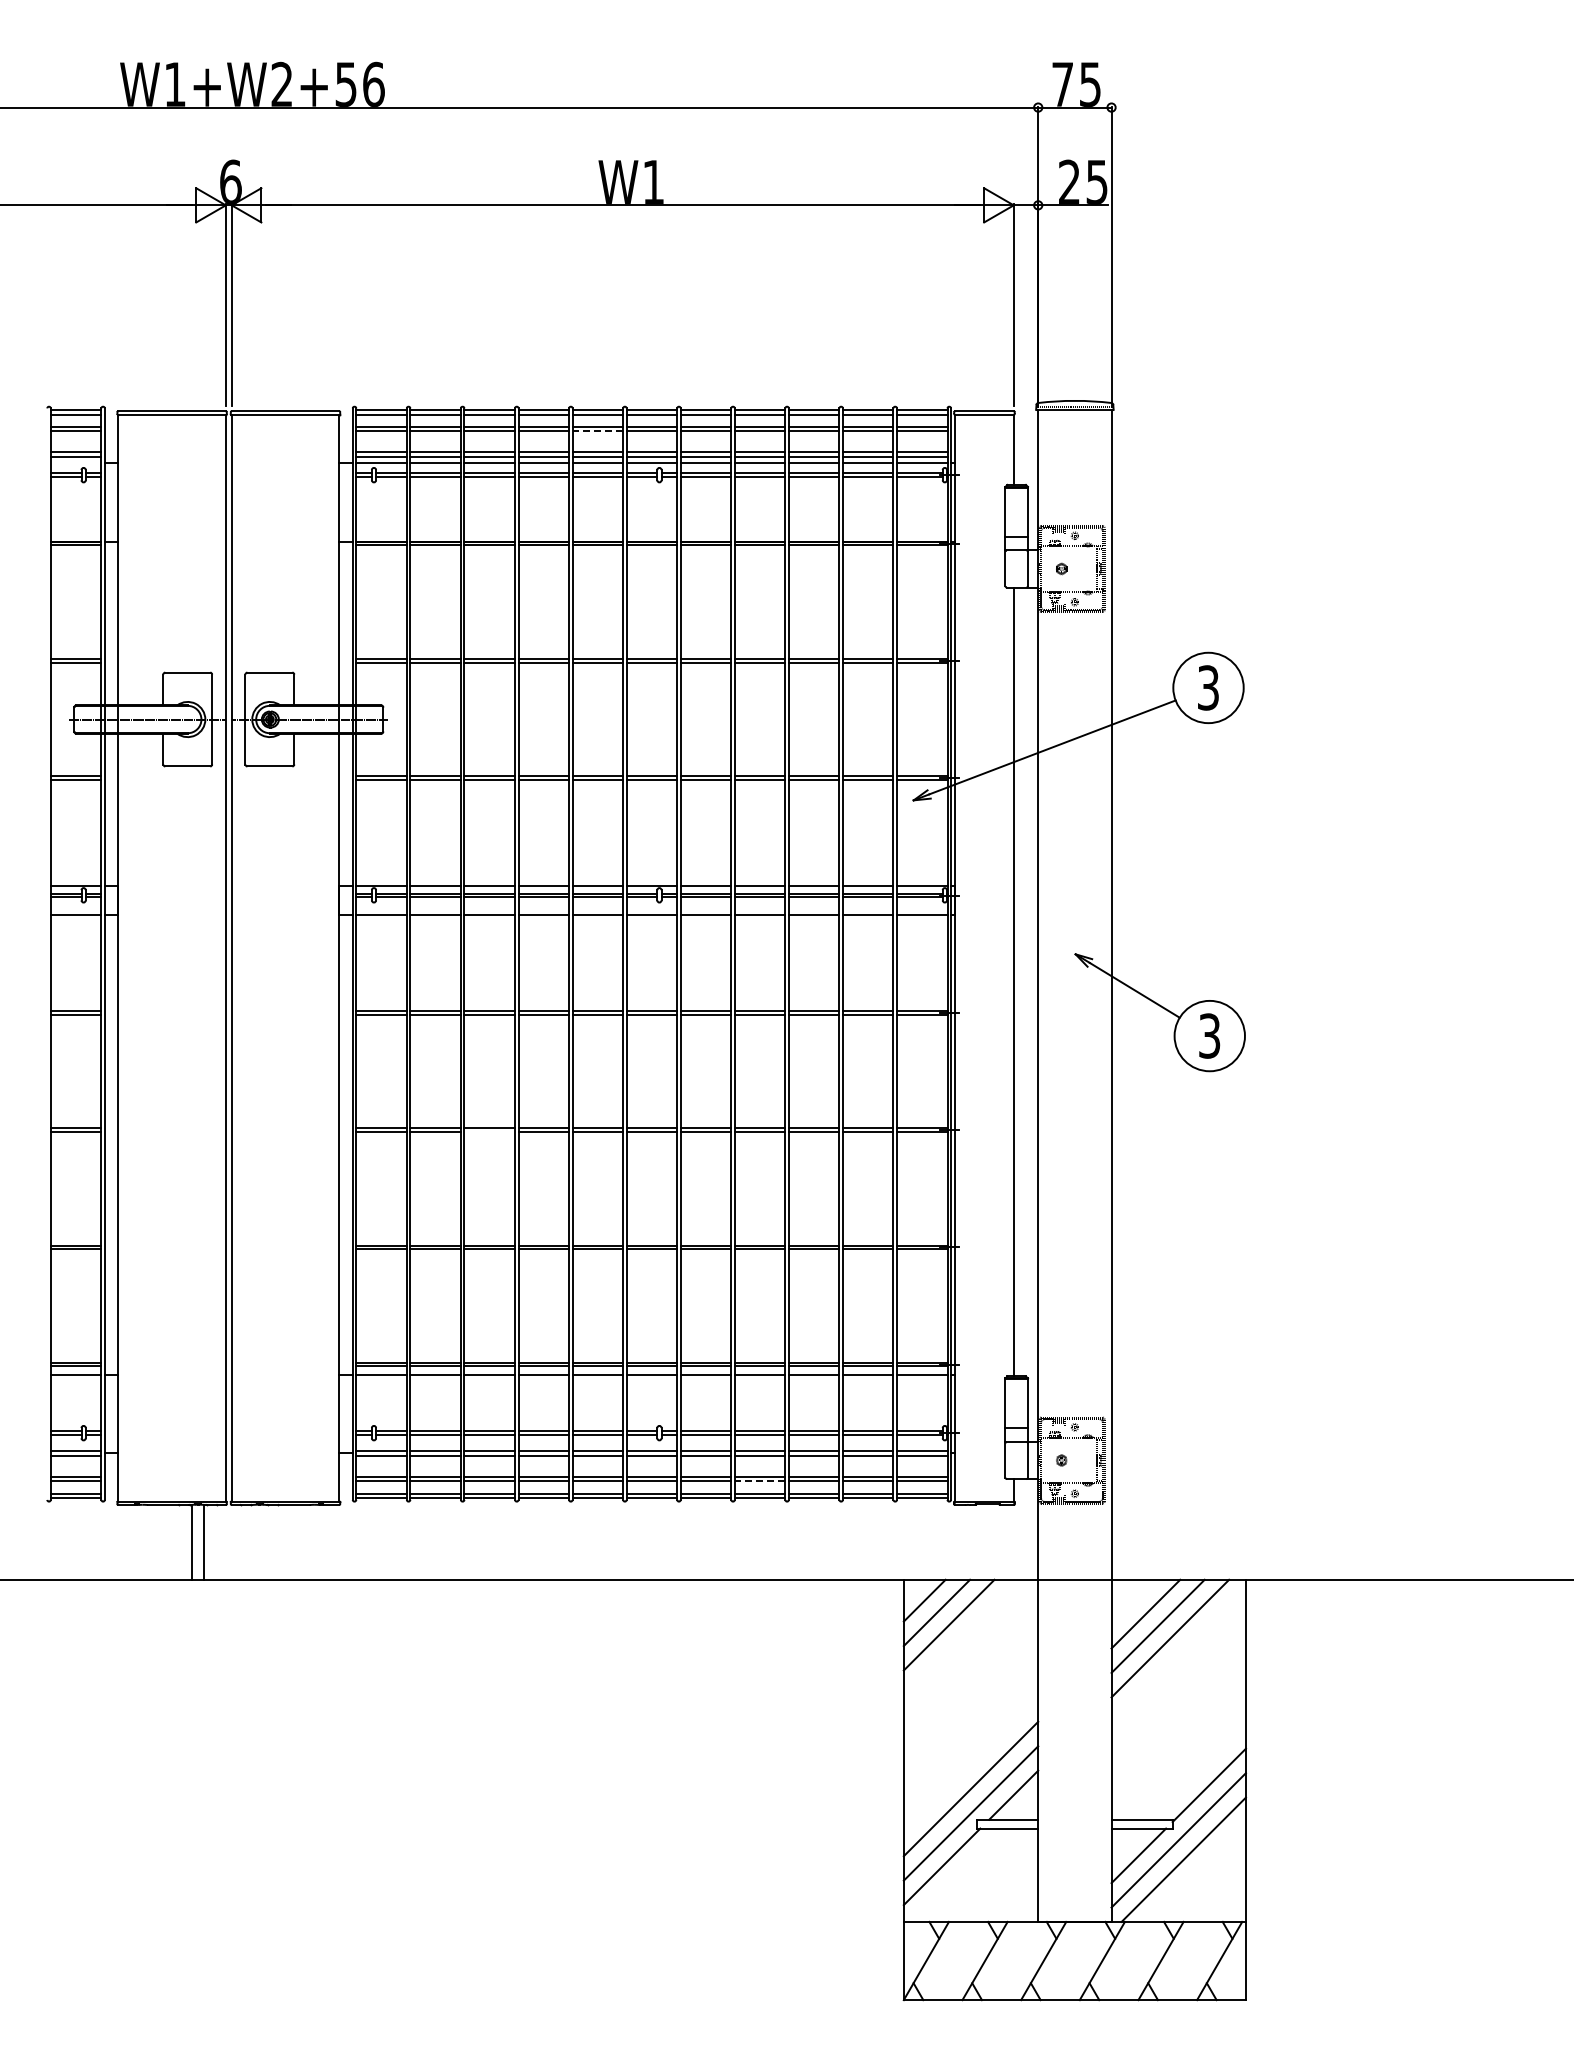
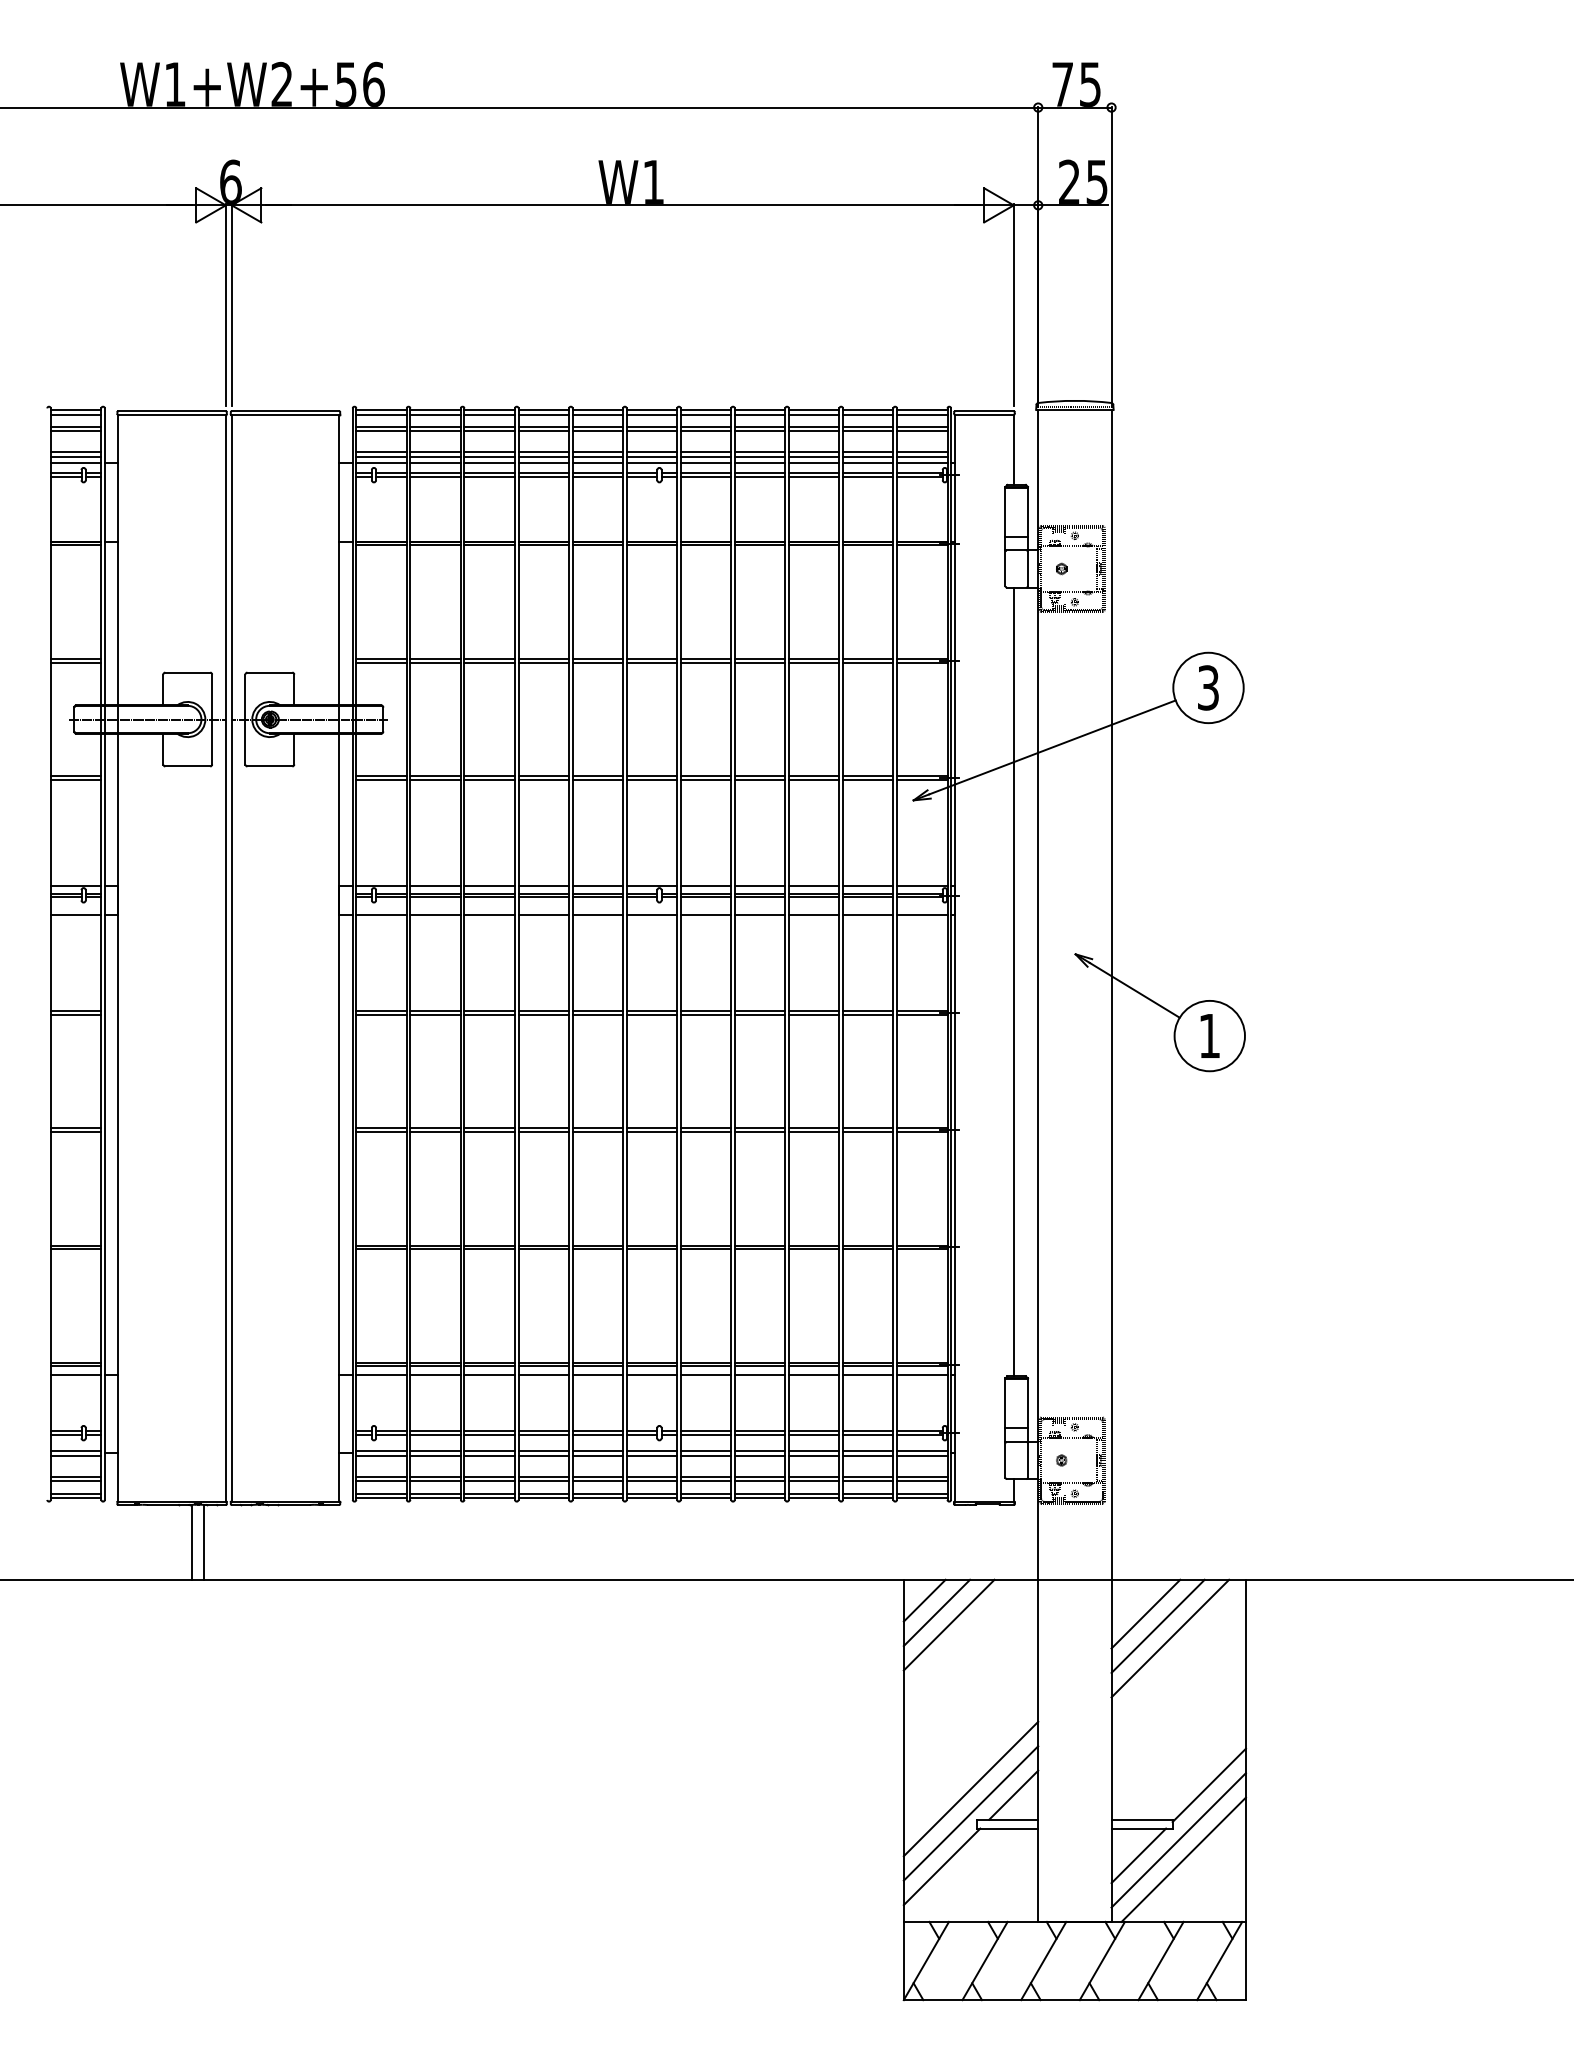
line at (597, 431): dashed -> solid
line at (75, 463): none -> present
text at (1209, 1035): 3 -> 1
line at (489, 1131): none -> present
line at (759, 1481): dashed -> solid
